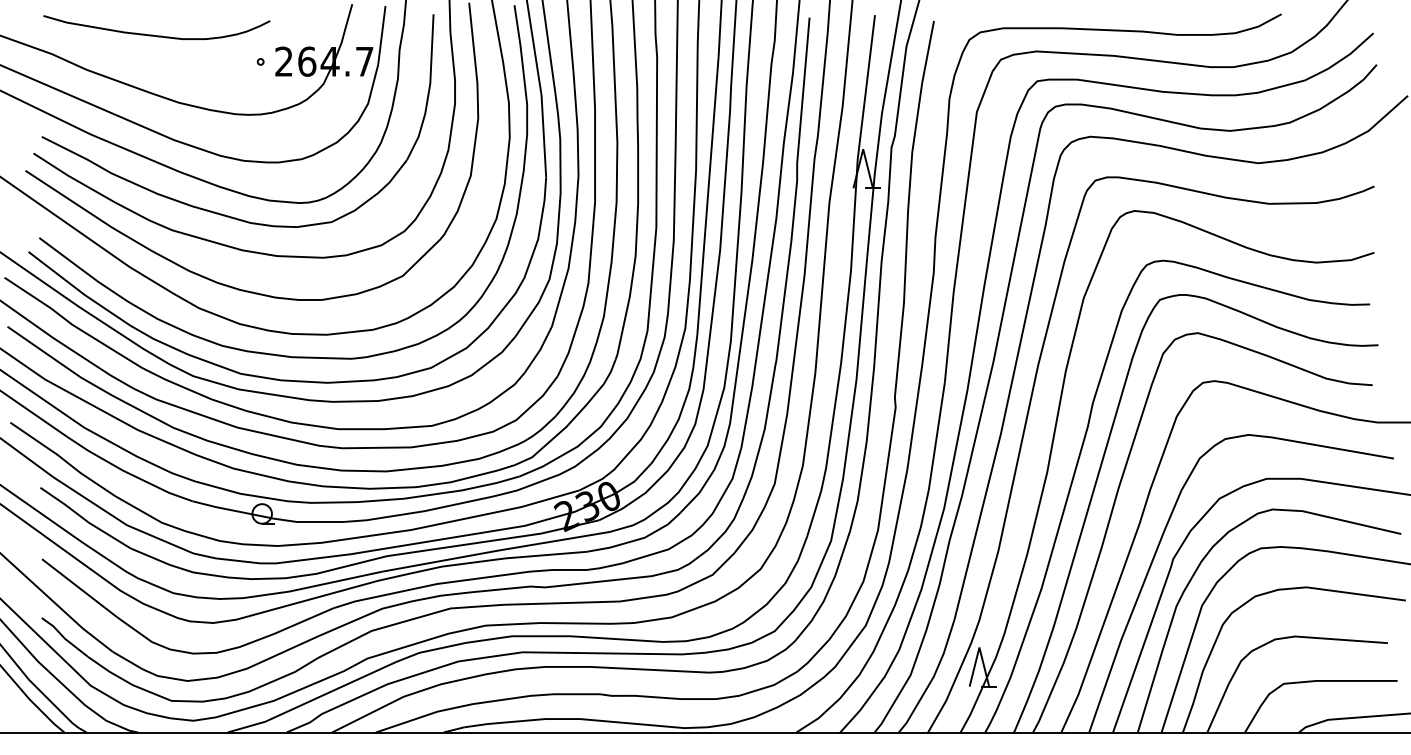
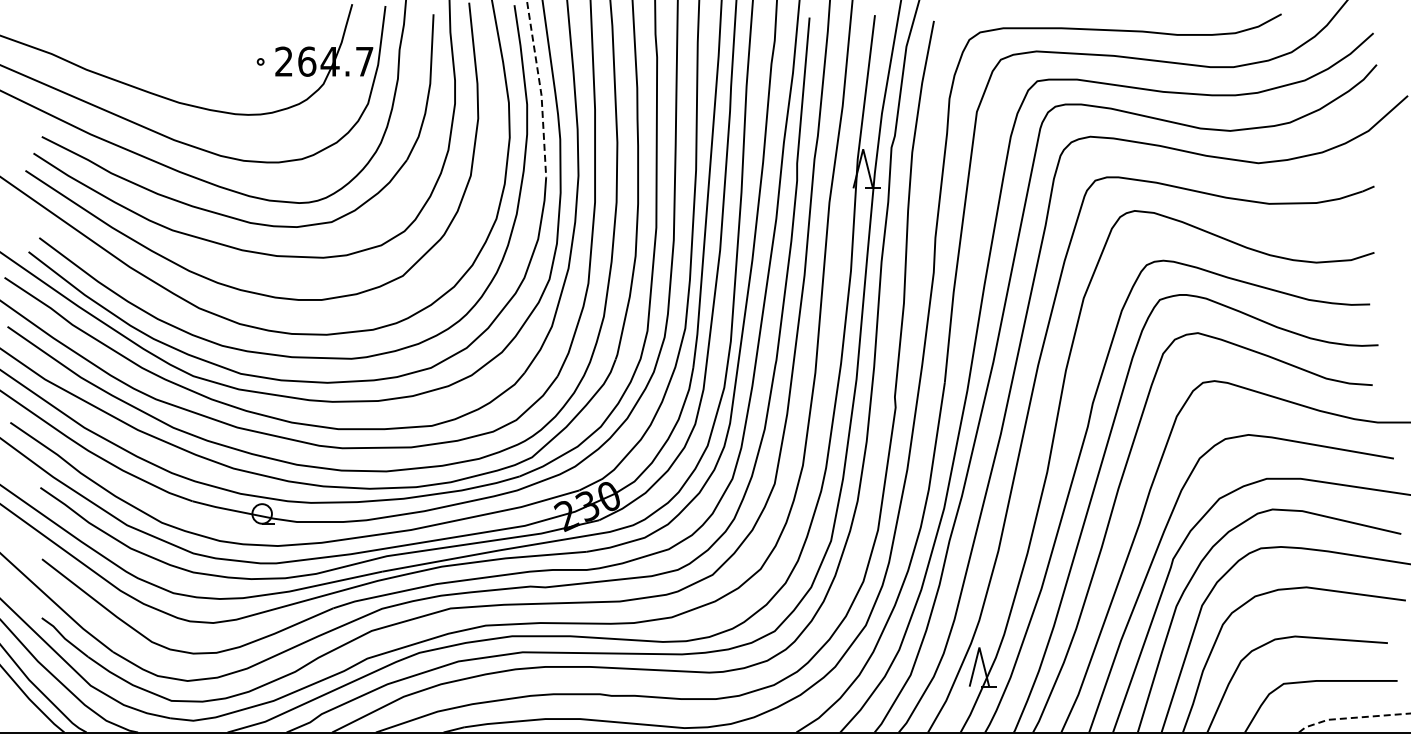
curve at (153, 34): present -> none
line at (540, 89): solid -> dashed
line at (1351, 718): solid -> dashed
